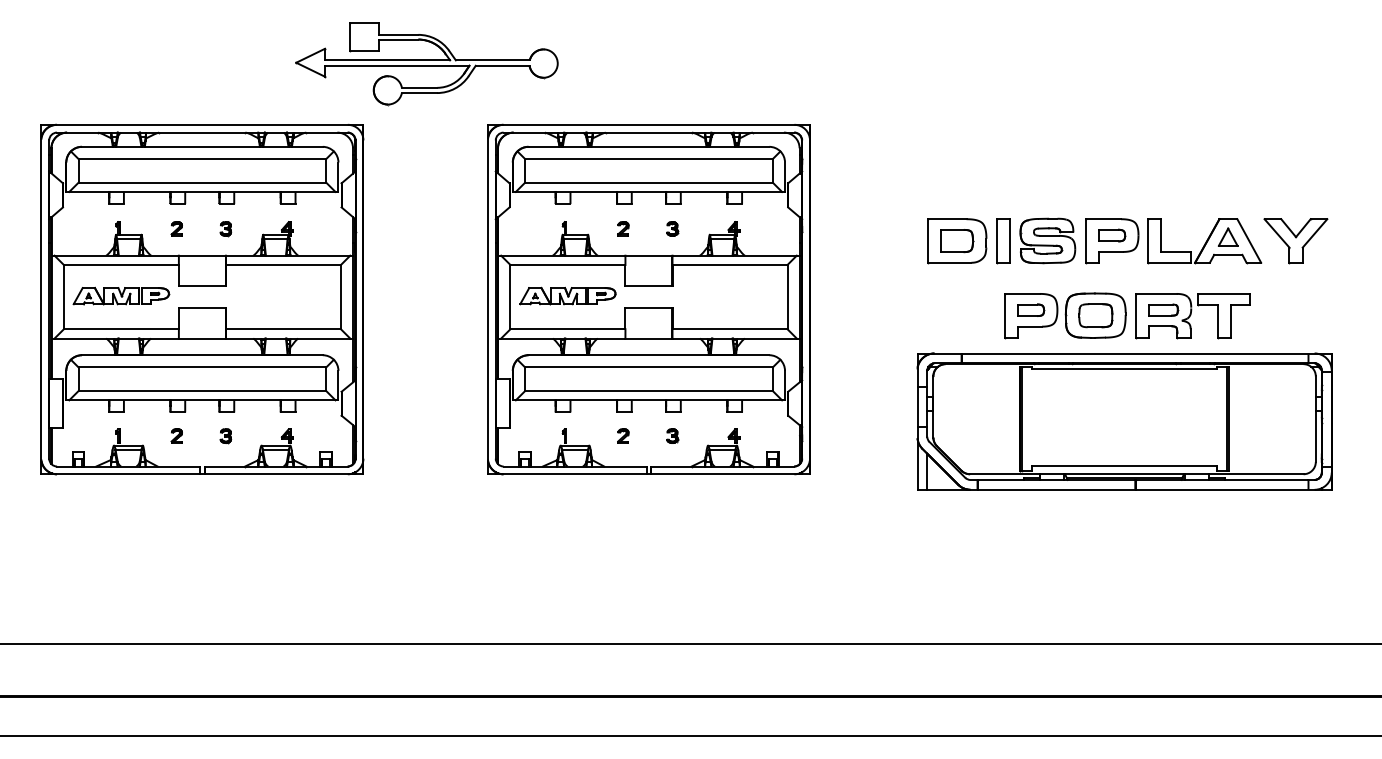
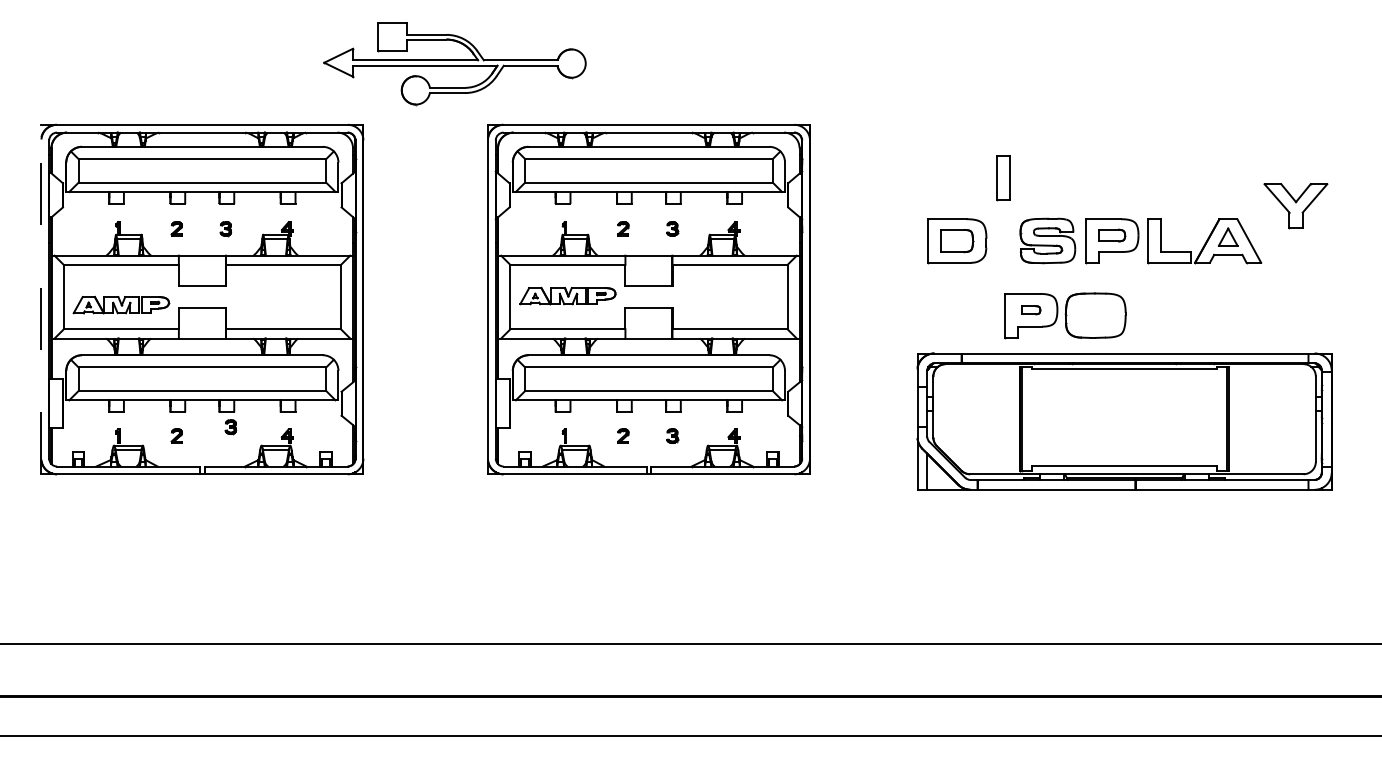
part at (426, 64) position: (426, 64) -> (454, 64)
part at (1003, 241) position: (1003, 241) -> (1003, 178)
part at (1295, 241) position: (1295, 241) -> (1295, 206)
part at (121, 295) position: (121, 295) -> (121, 304)
line at (41, 299): solid -> dashed
part at (1031, 309) size: 29x14 px -> 21x11 px
part at (1095, 315): present -> none
part at (1192, 316): present -> none
part at (225, 436) position: (225, 436) -> (230, 427)
